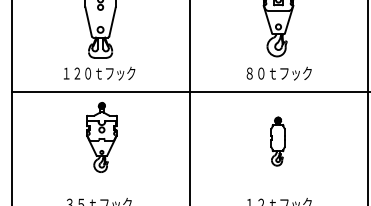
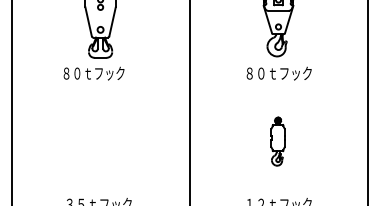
text at (99, 73): １２０ｔフック -> ８０ｔフック
line at (189, 92): present -> none
part at (101, 137): present -> none
